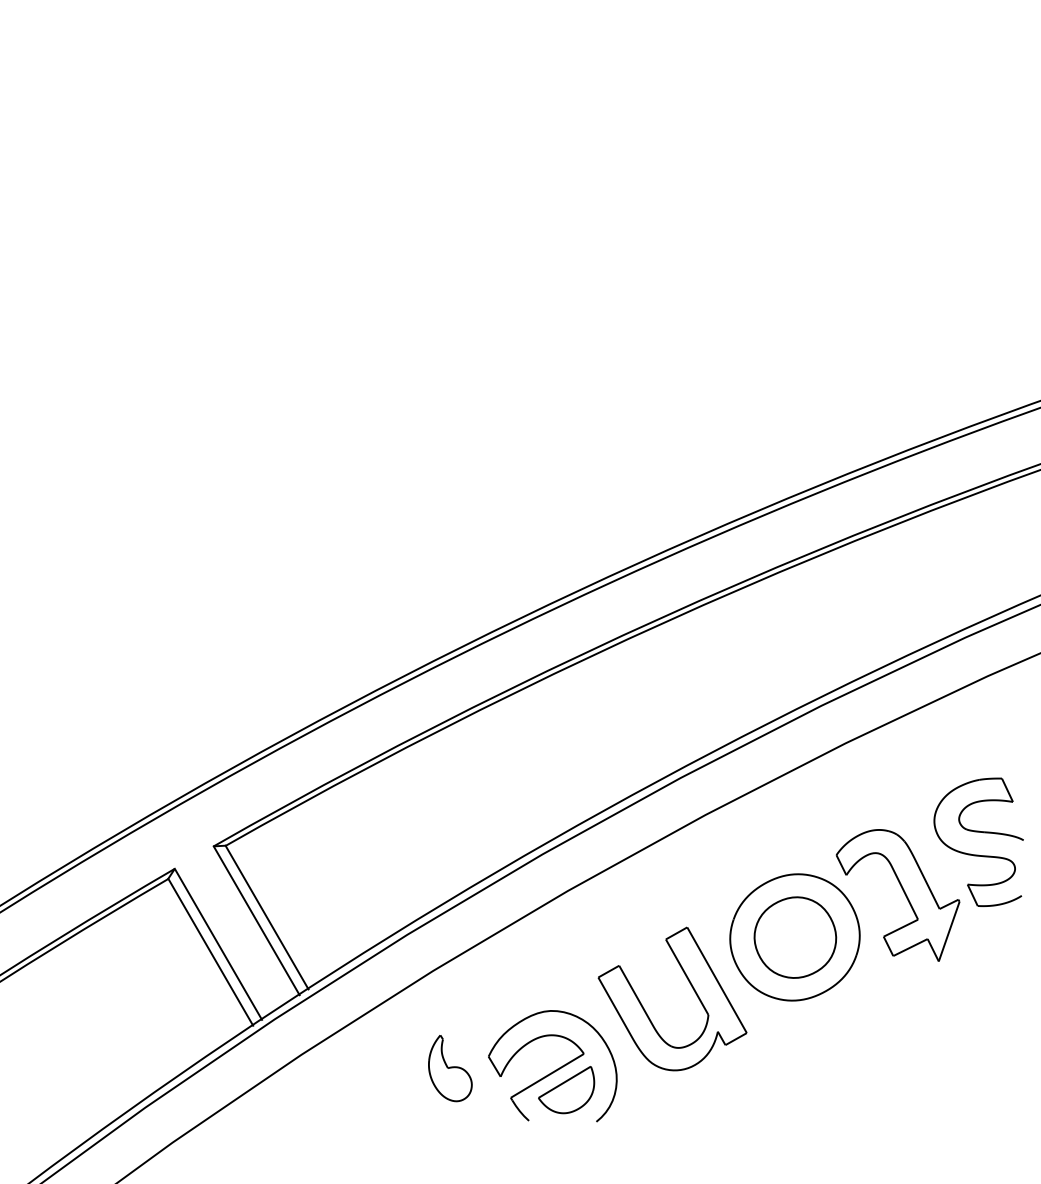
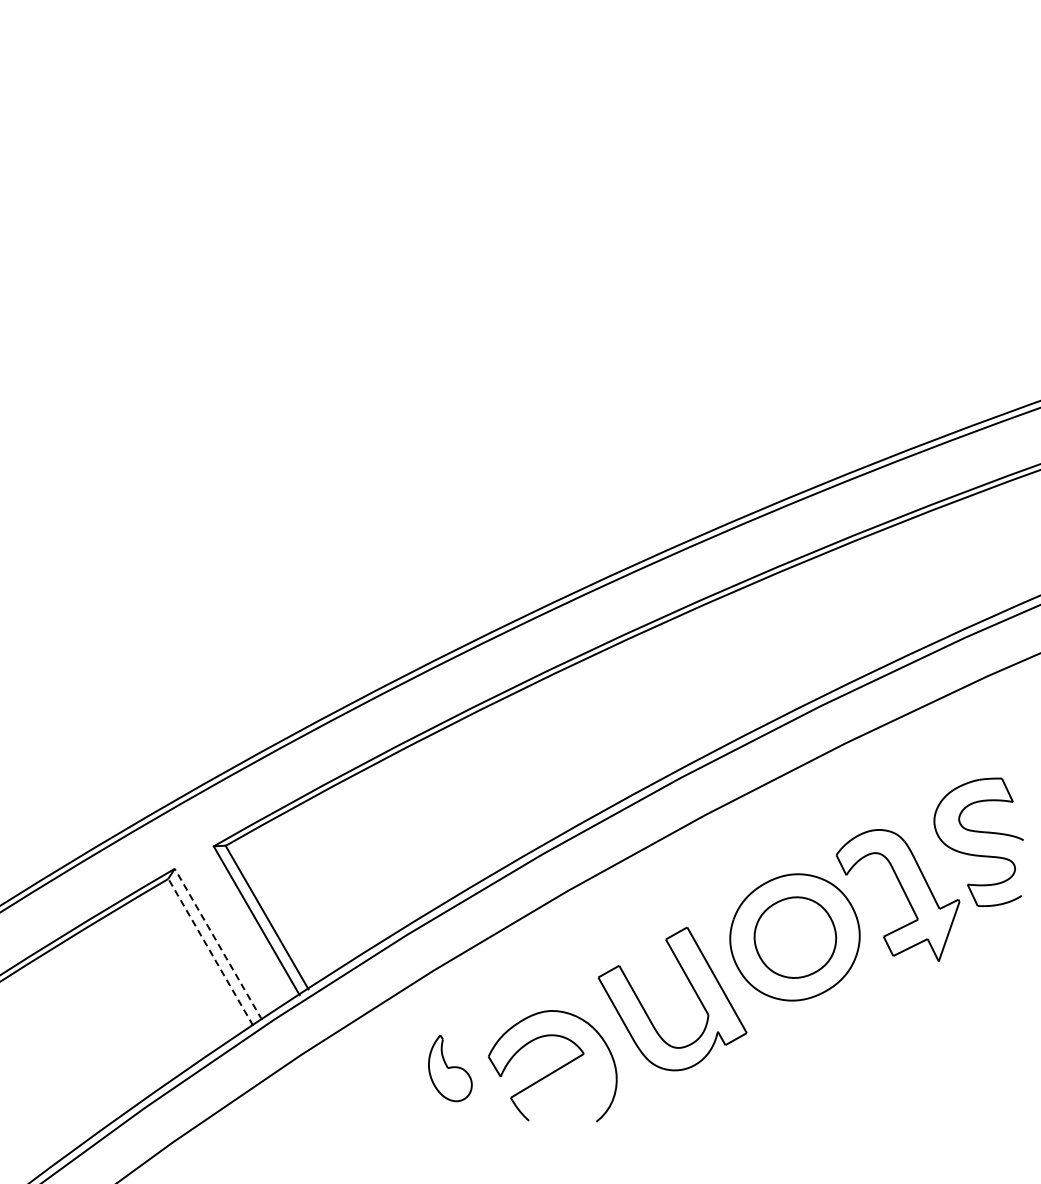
line at (218, 943): solid -> dashed
line at (210, 952): solid -> dashed
part at (566, 1090): present -> none
